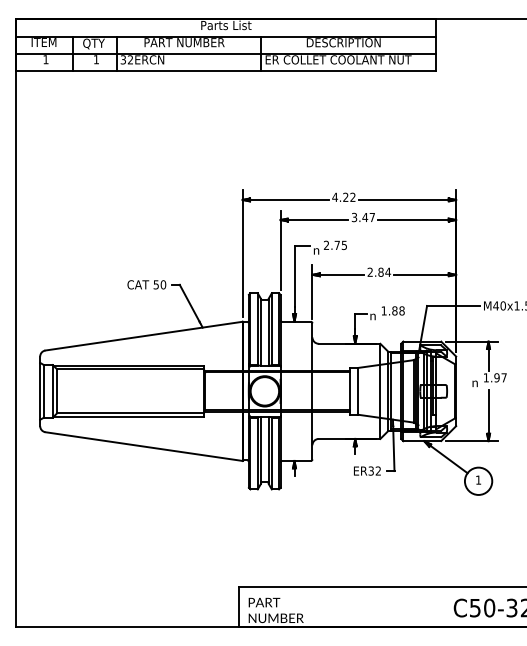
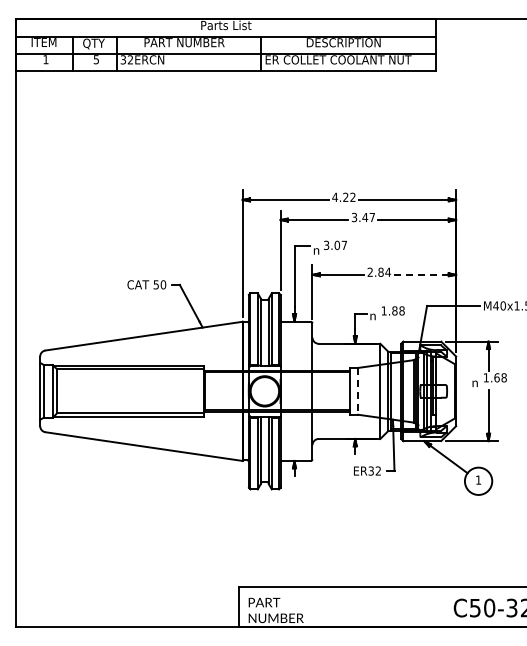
text at (95, 59): 1 -> 5
text at (335, 245): 2.75 -> 3.07
line at (421, 274): solid -> dashed
text at (500, 377): 1.97 -> 1.68
line at (358, 391): solid -> dashed
